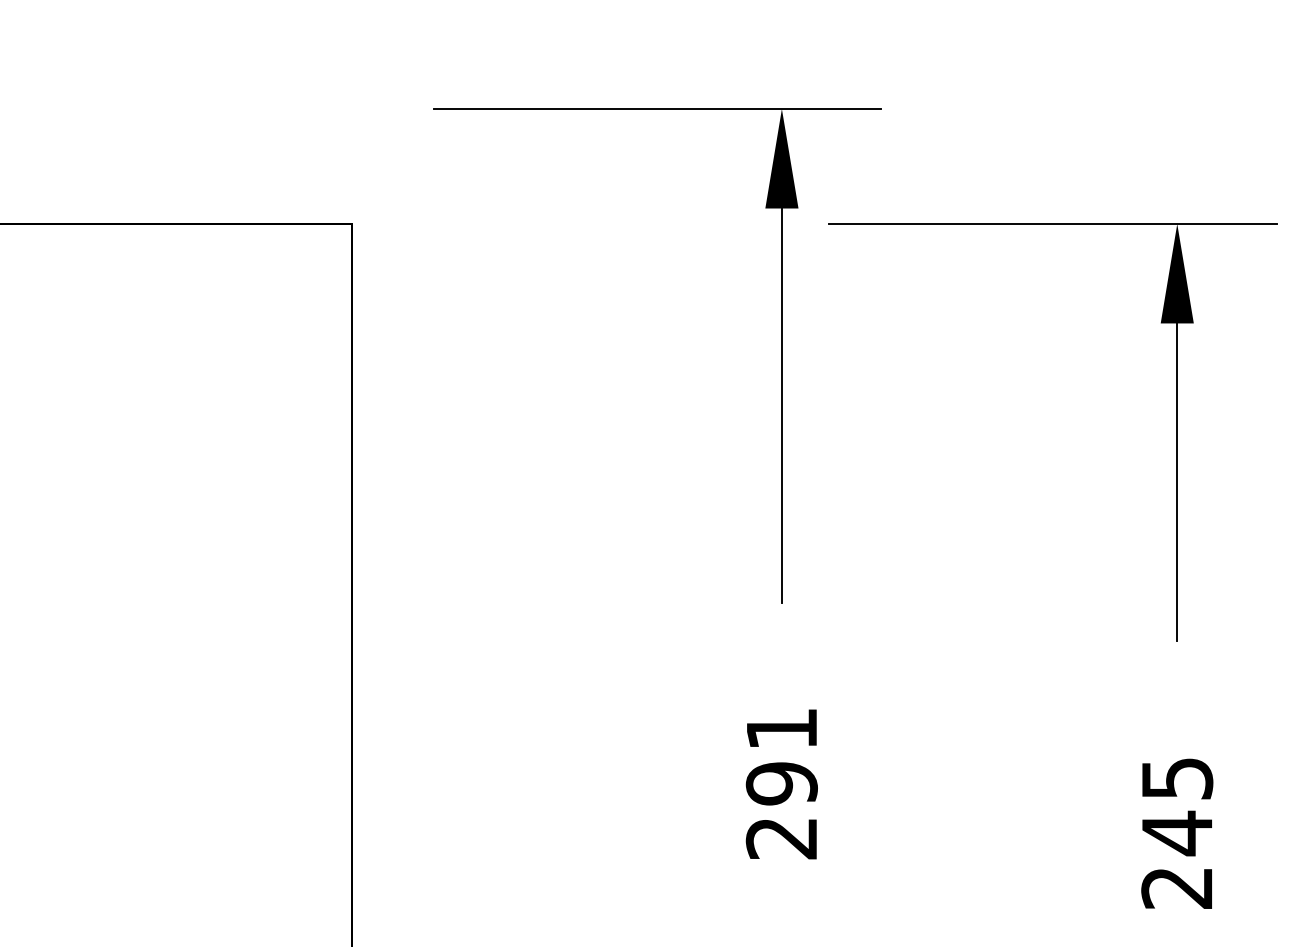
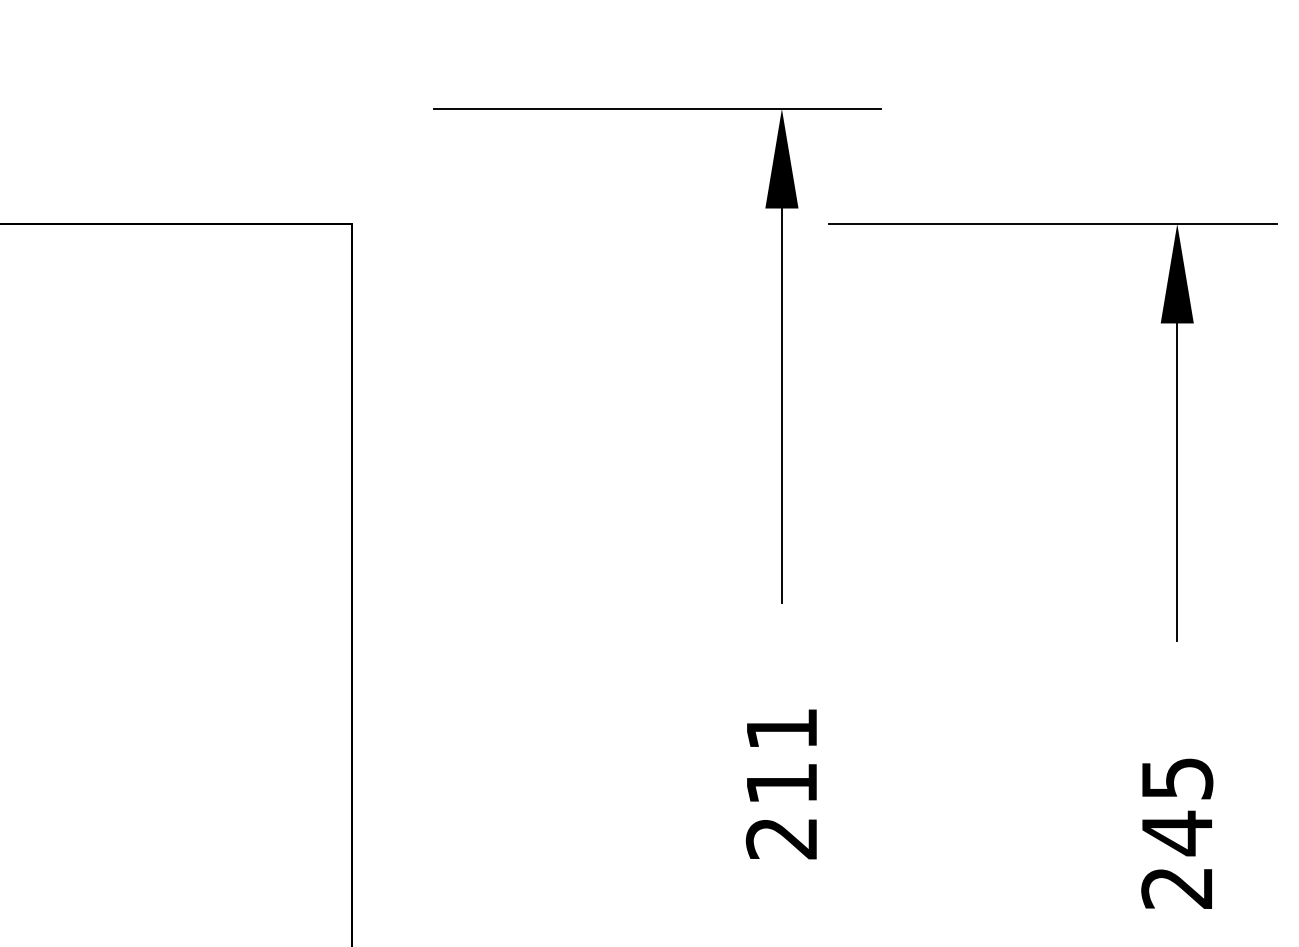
text at (781, 783): 291 -> 211
